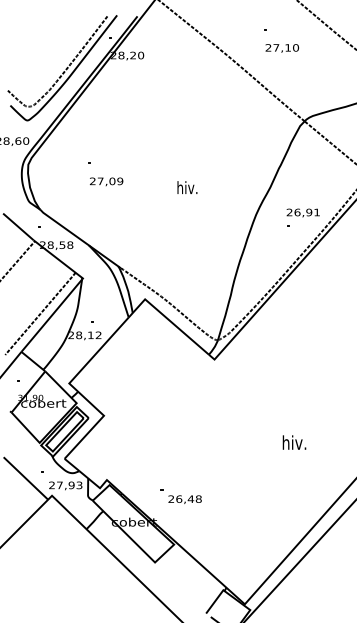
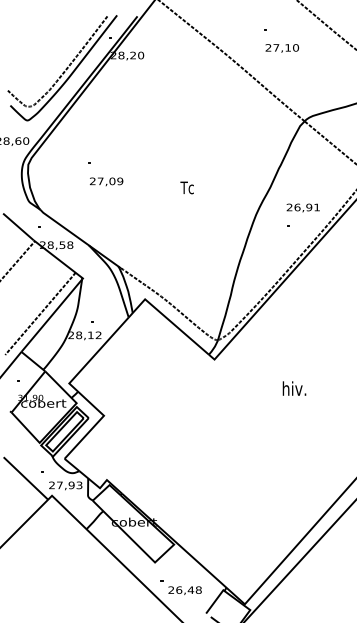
text at (187, 187): hiv. -> Tc
text at (302, 212) position: (302, 212) -> (302, 207)
text at (294, 442) position: (294, 442) -> (294, 388)
part at (180, 496) position: (180, 496) -> (180, 587)
